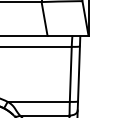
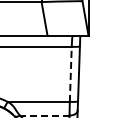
line at (70, 74): solid -> dashed
line at (44, 115): solid -> dashed
